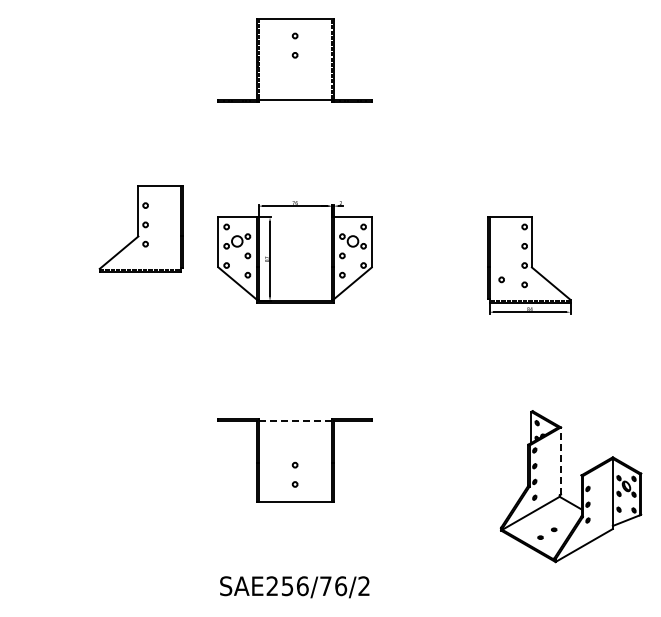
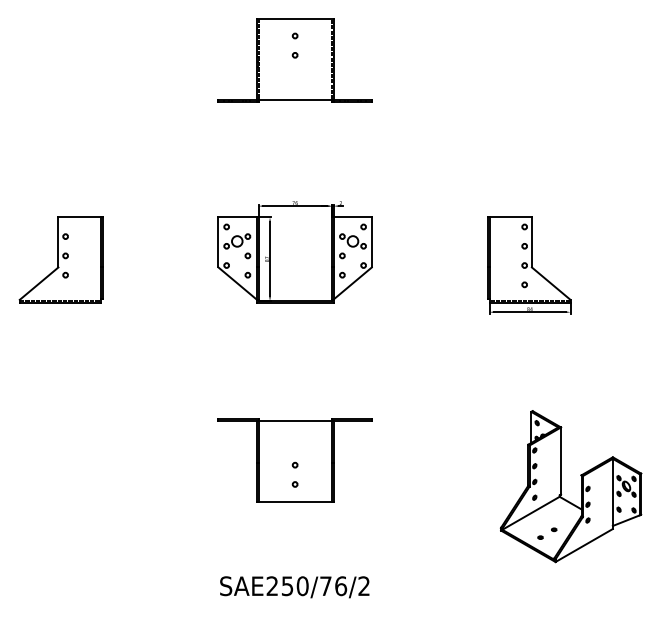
part at (140, 228) position: (140, 228) -> (60, 259)
circle at (501, 279): present -> none
line at (295, 420): dashed -> solid
line at (561, 461): dashed -> solid
text at (302, 585): SAE256/76/2 -> SAE250/76/2
